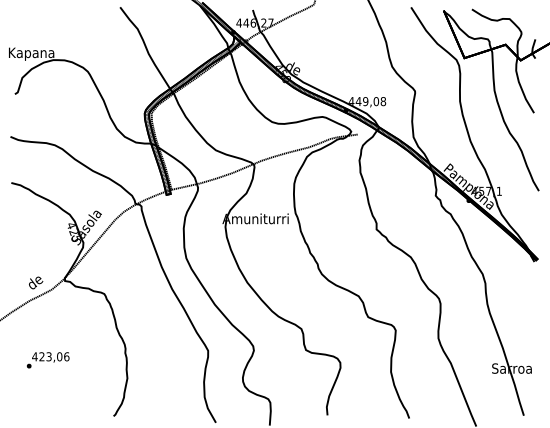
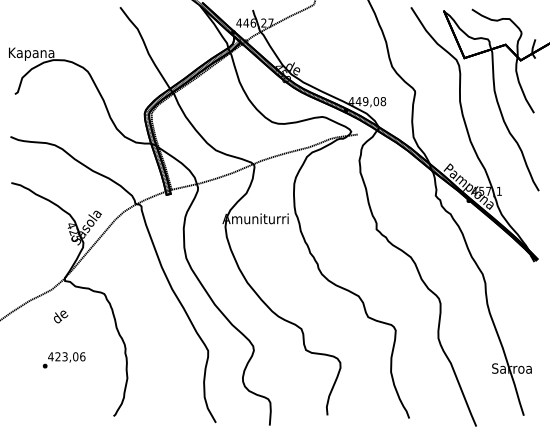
text at (36, 282) position: (36, 282) -> (61, 316)
text at (48, 360) position: (48, 360) -> (64, 360)
